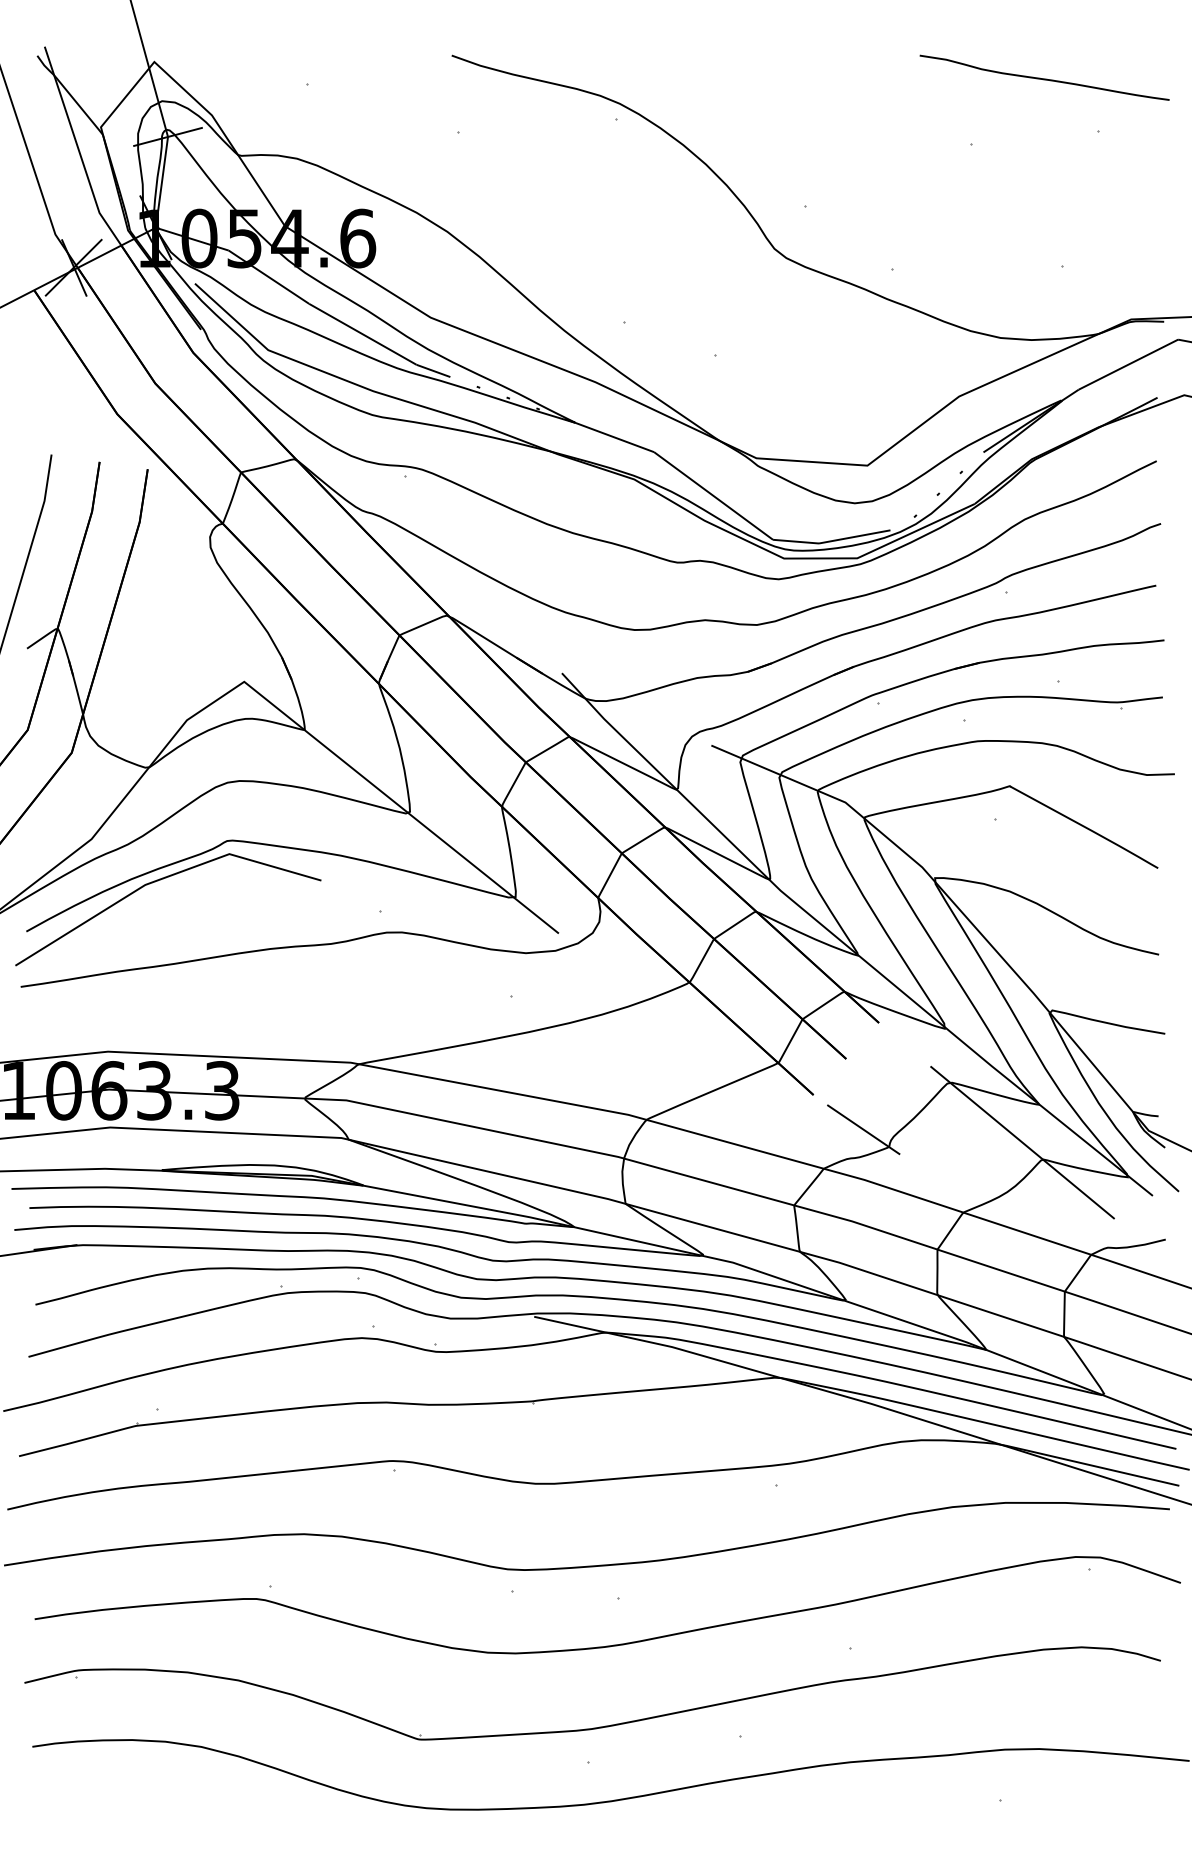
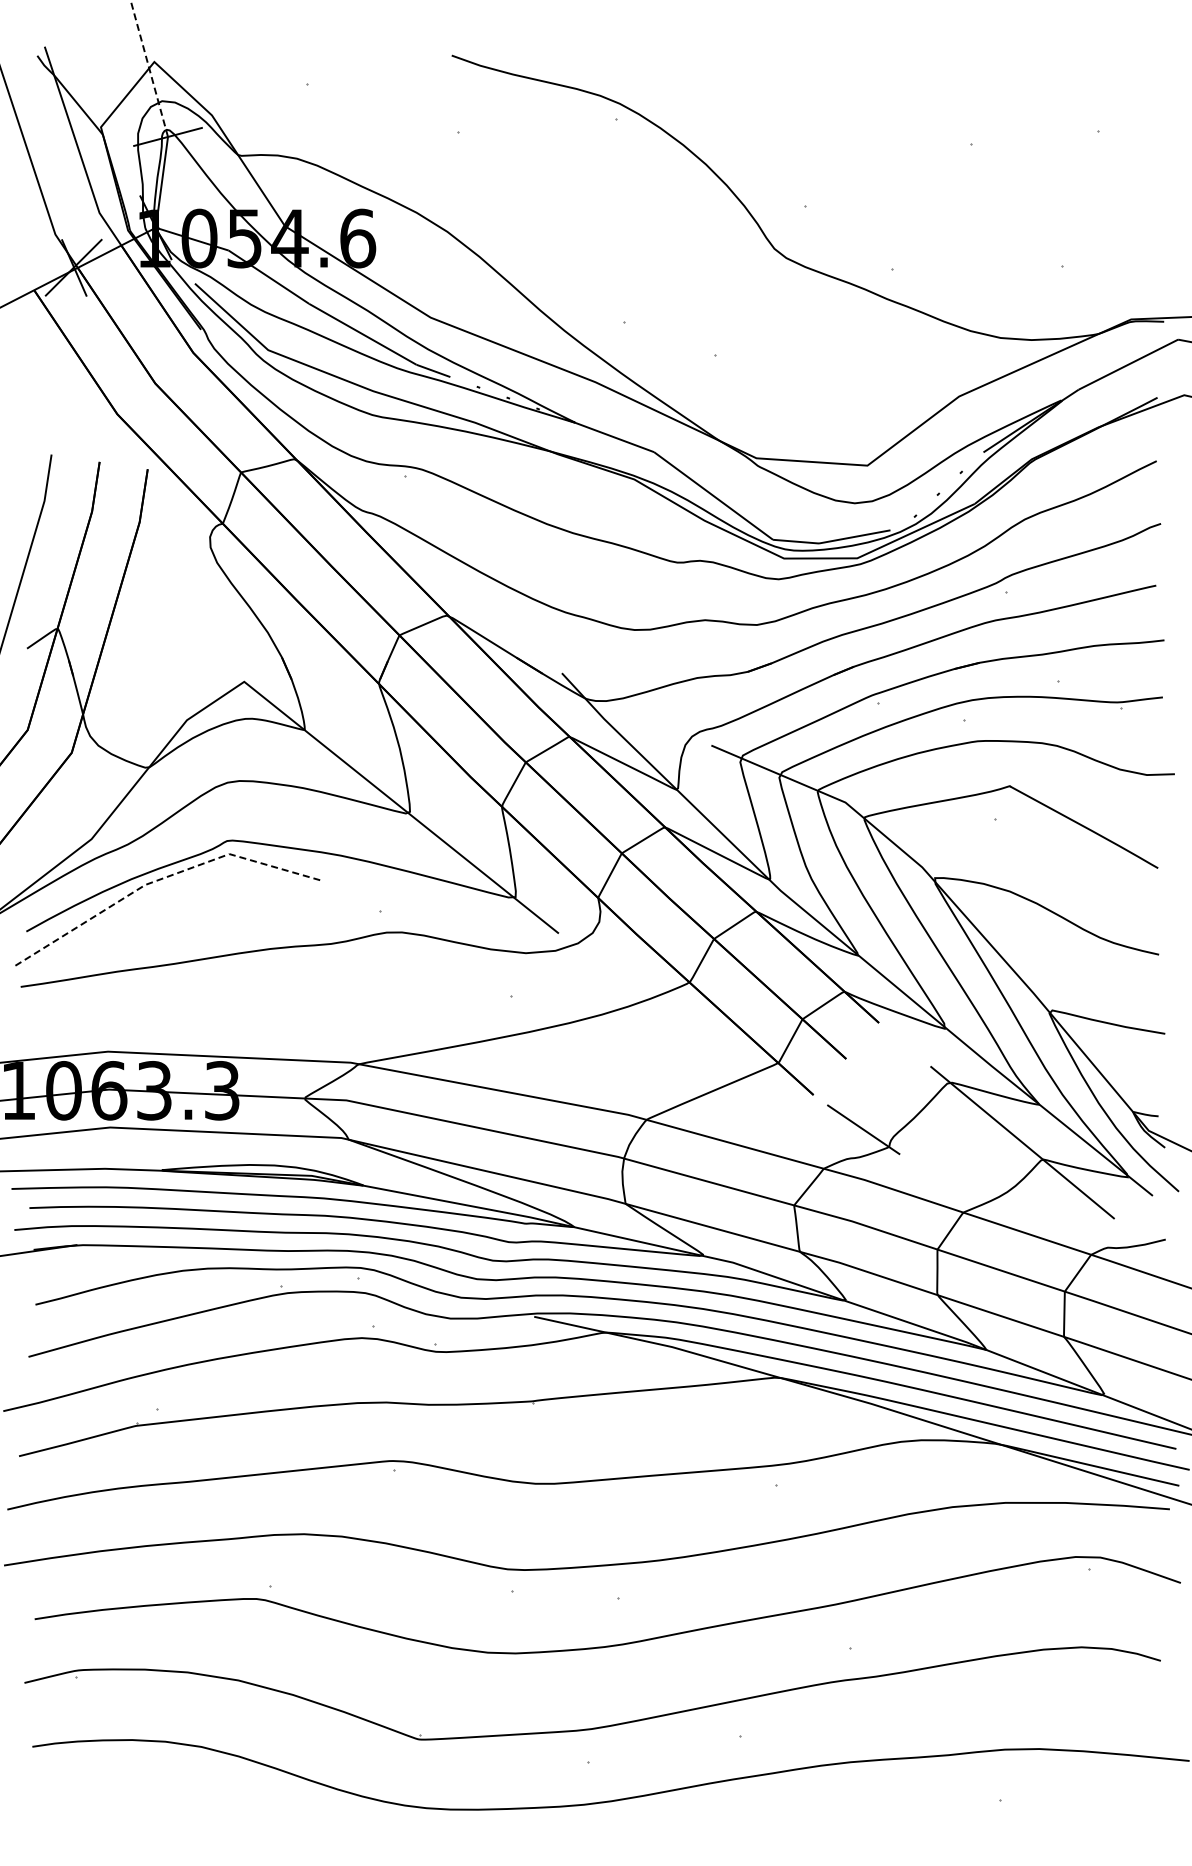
line at (149, 68): solid -> dashed
curve at (1044, 78): present -> none
line at (161, 879): solid -> dashed
